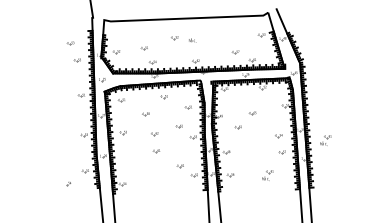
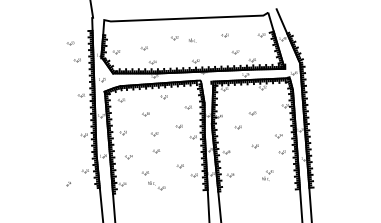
part at (224, 35): none -> present
part at (325, 140): present -> none
part at (254, 146): none -> present
part at (128, 157): none -> present
part at (153, 180): none -> present
